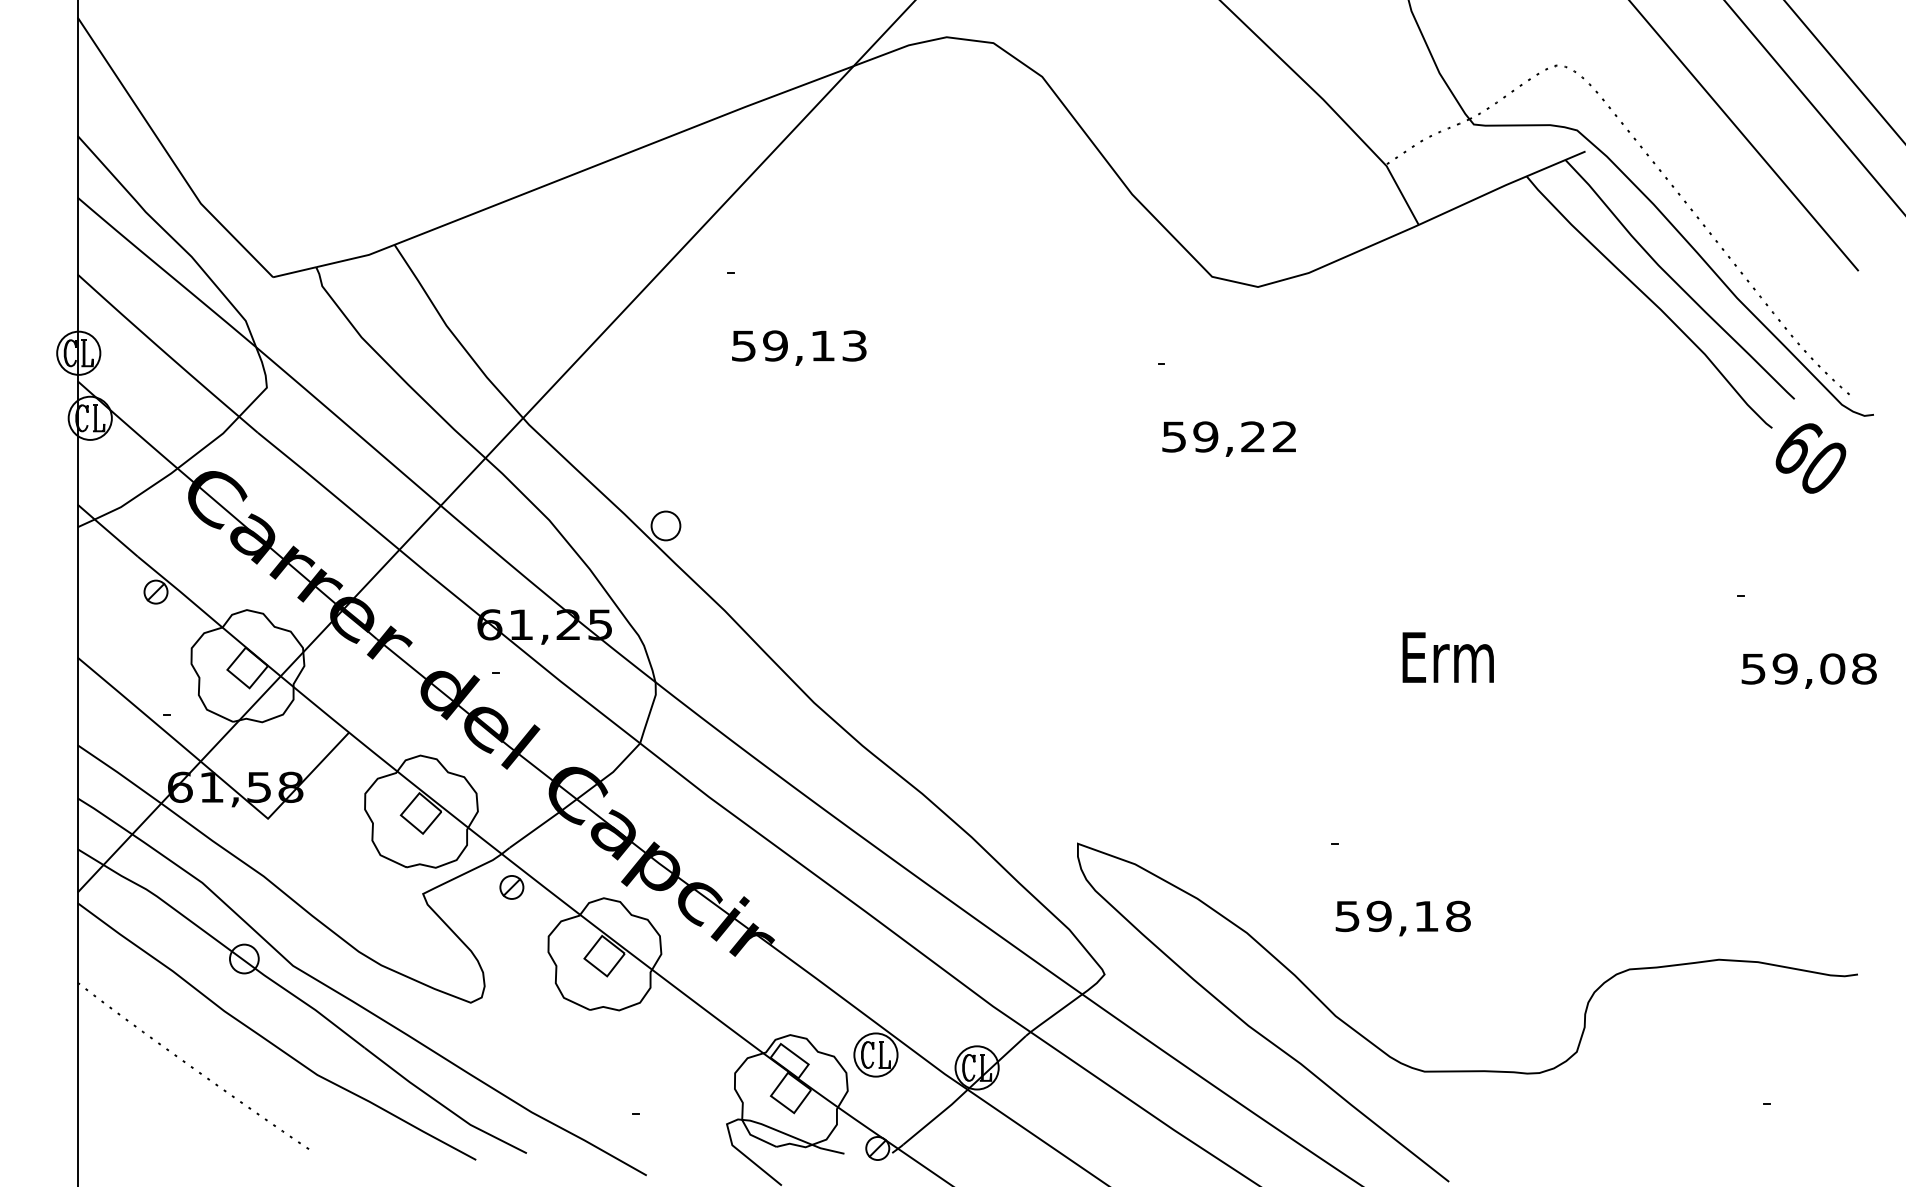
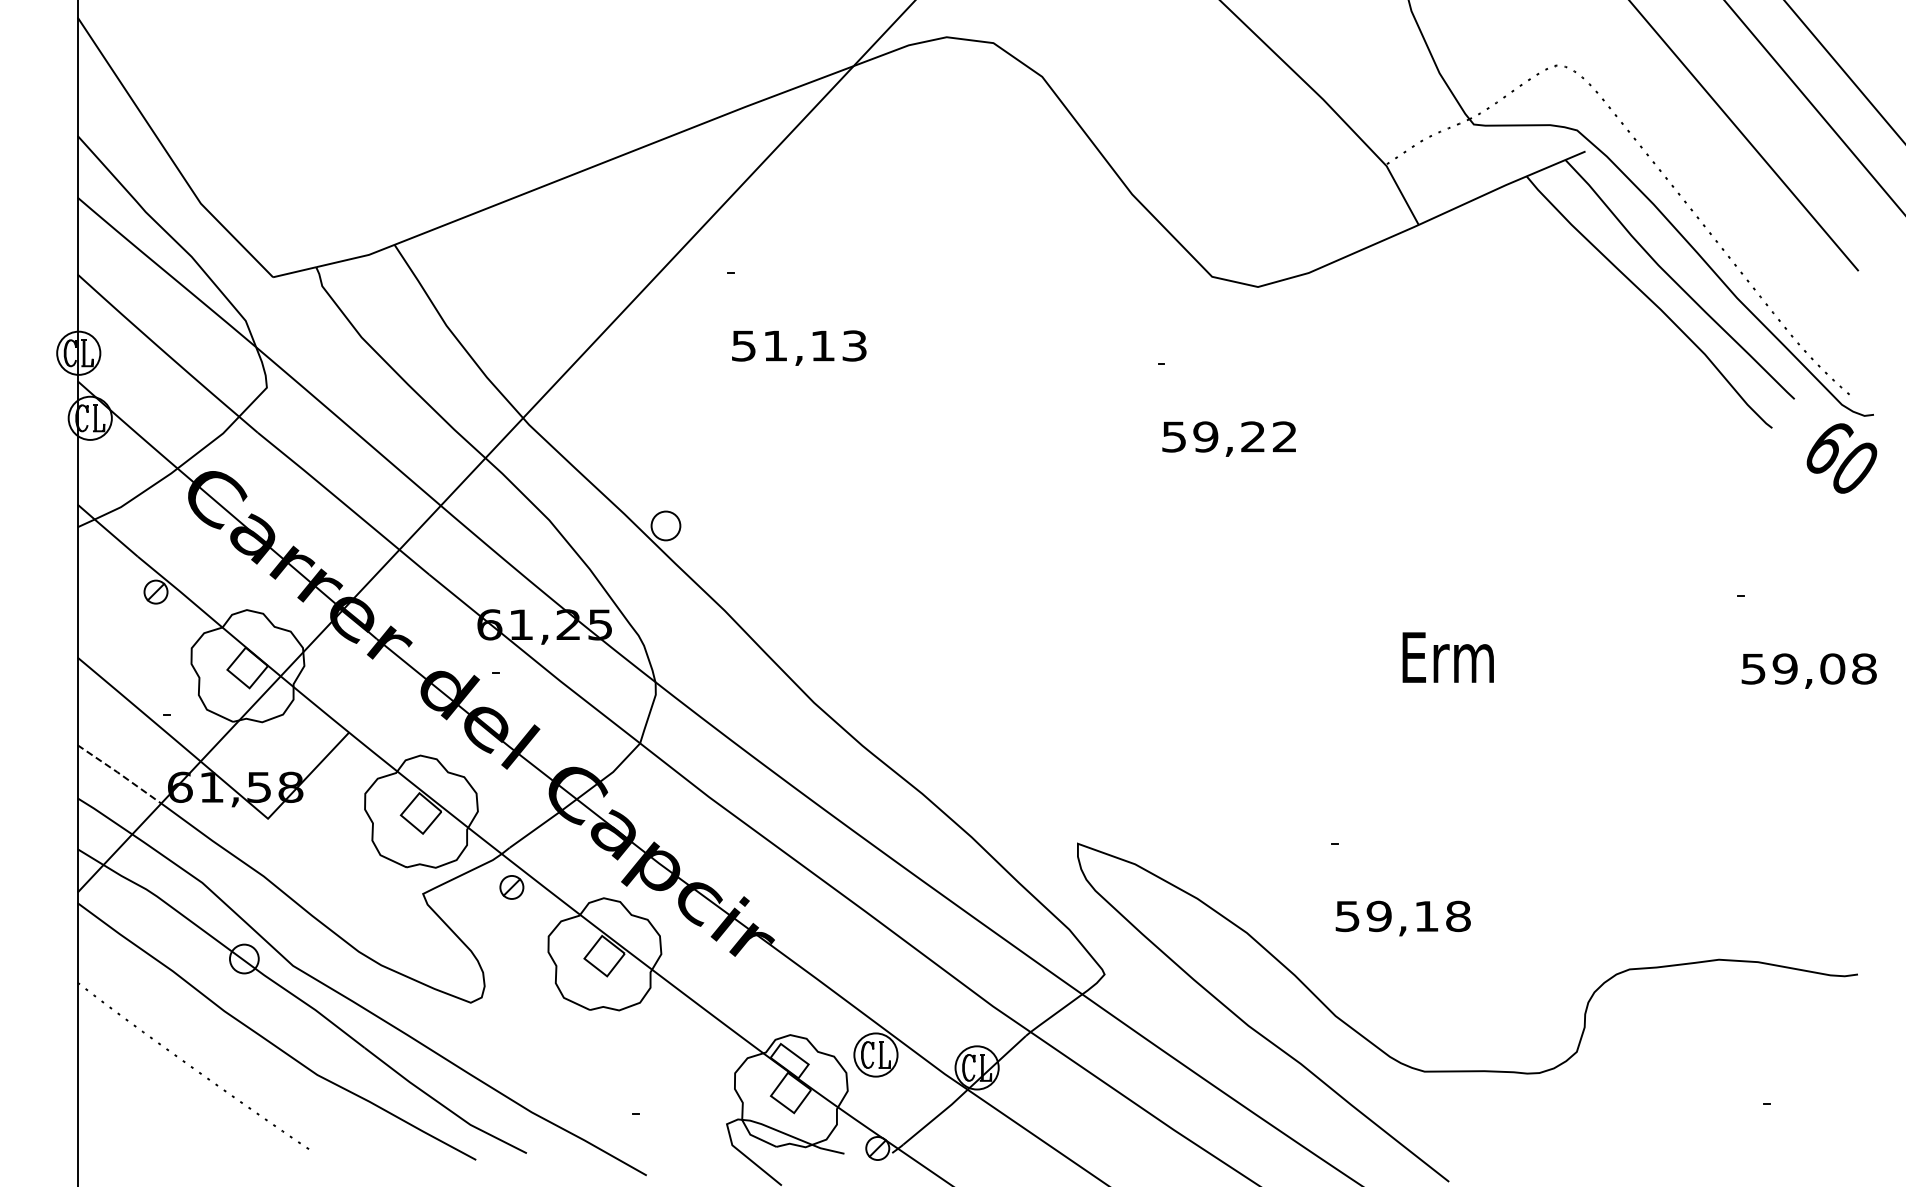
text at (775, 345): 59,13 -> 51,13
text at (1810, 458) position: (1810, 458) -> (1841, 458)
line at (119, 773): solid -> dashed
